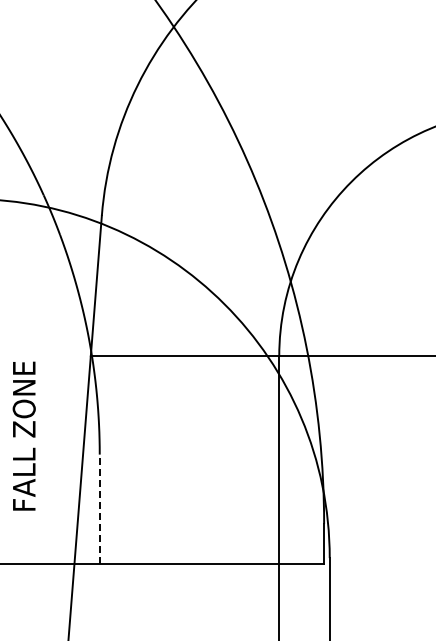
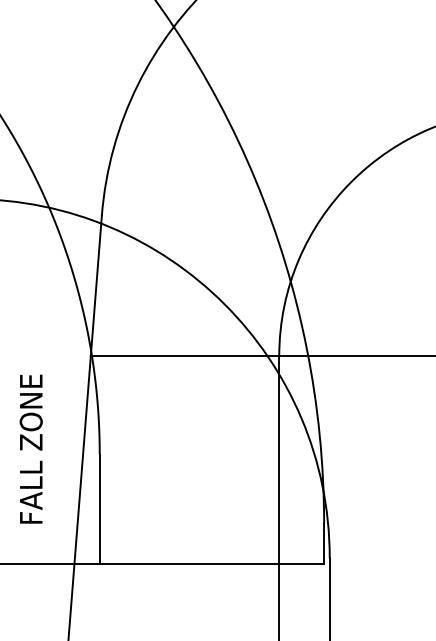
text at (23, 435) position: (23, 435) -> (30, 448)
line at (99, 509): dashed -> solid
